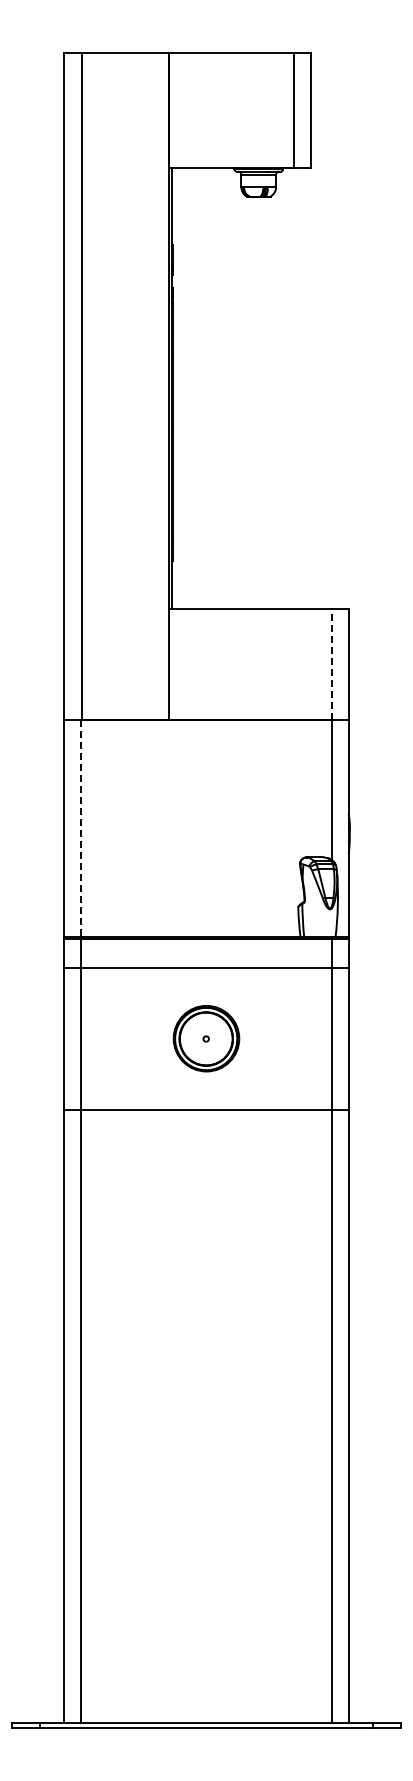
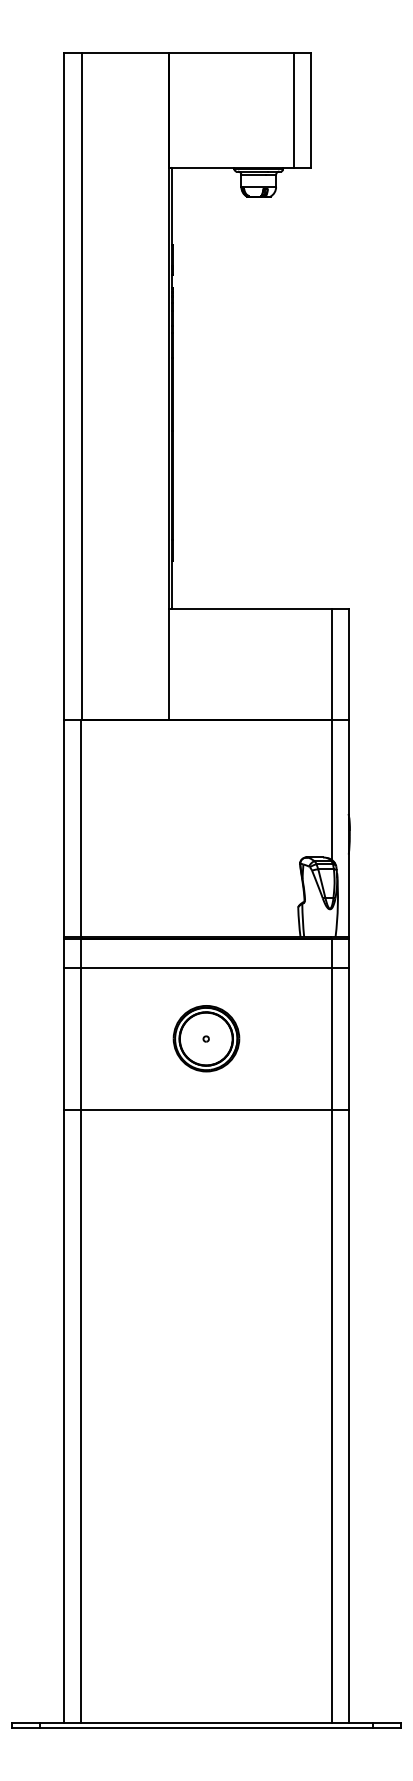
line at (331, 664): dashed -> solid
line at (81, 828): dashed -> solid
